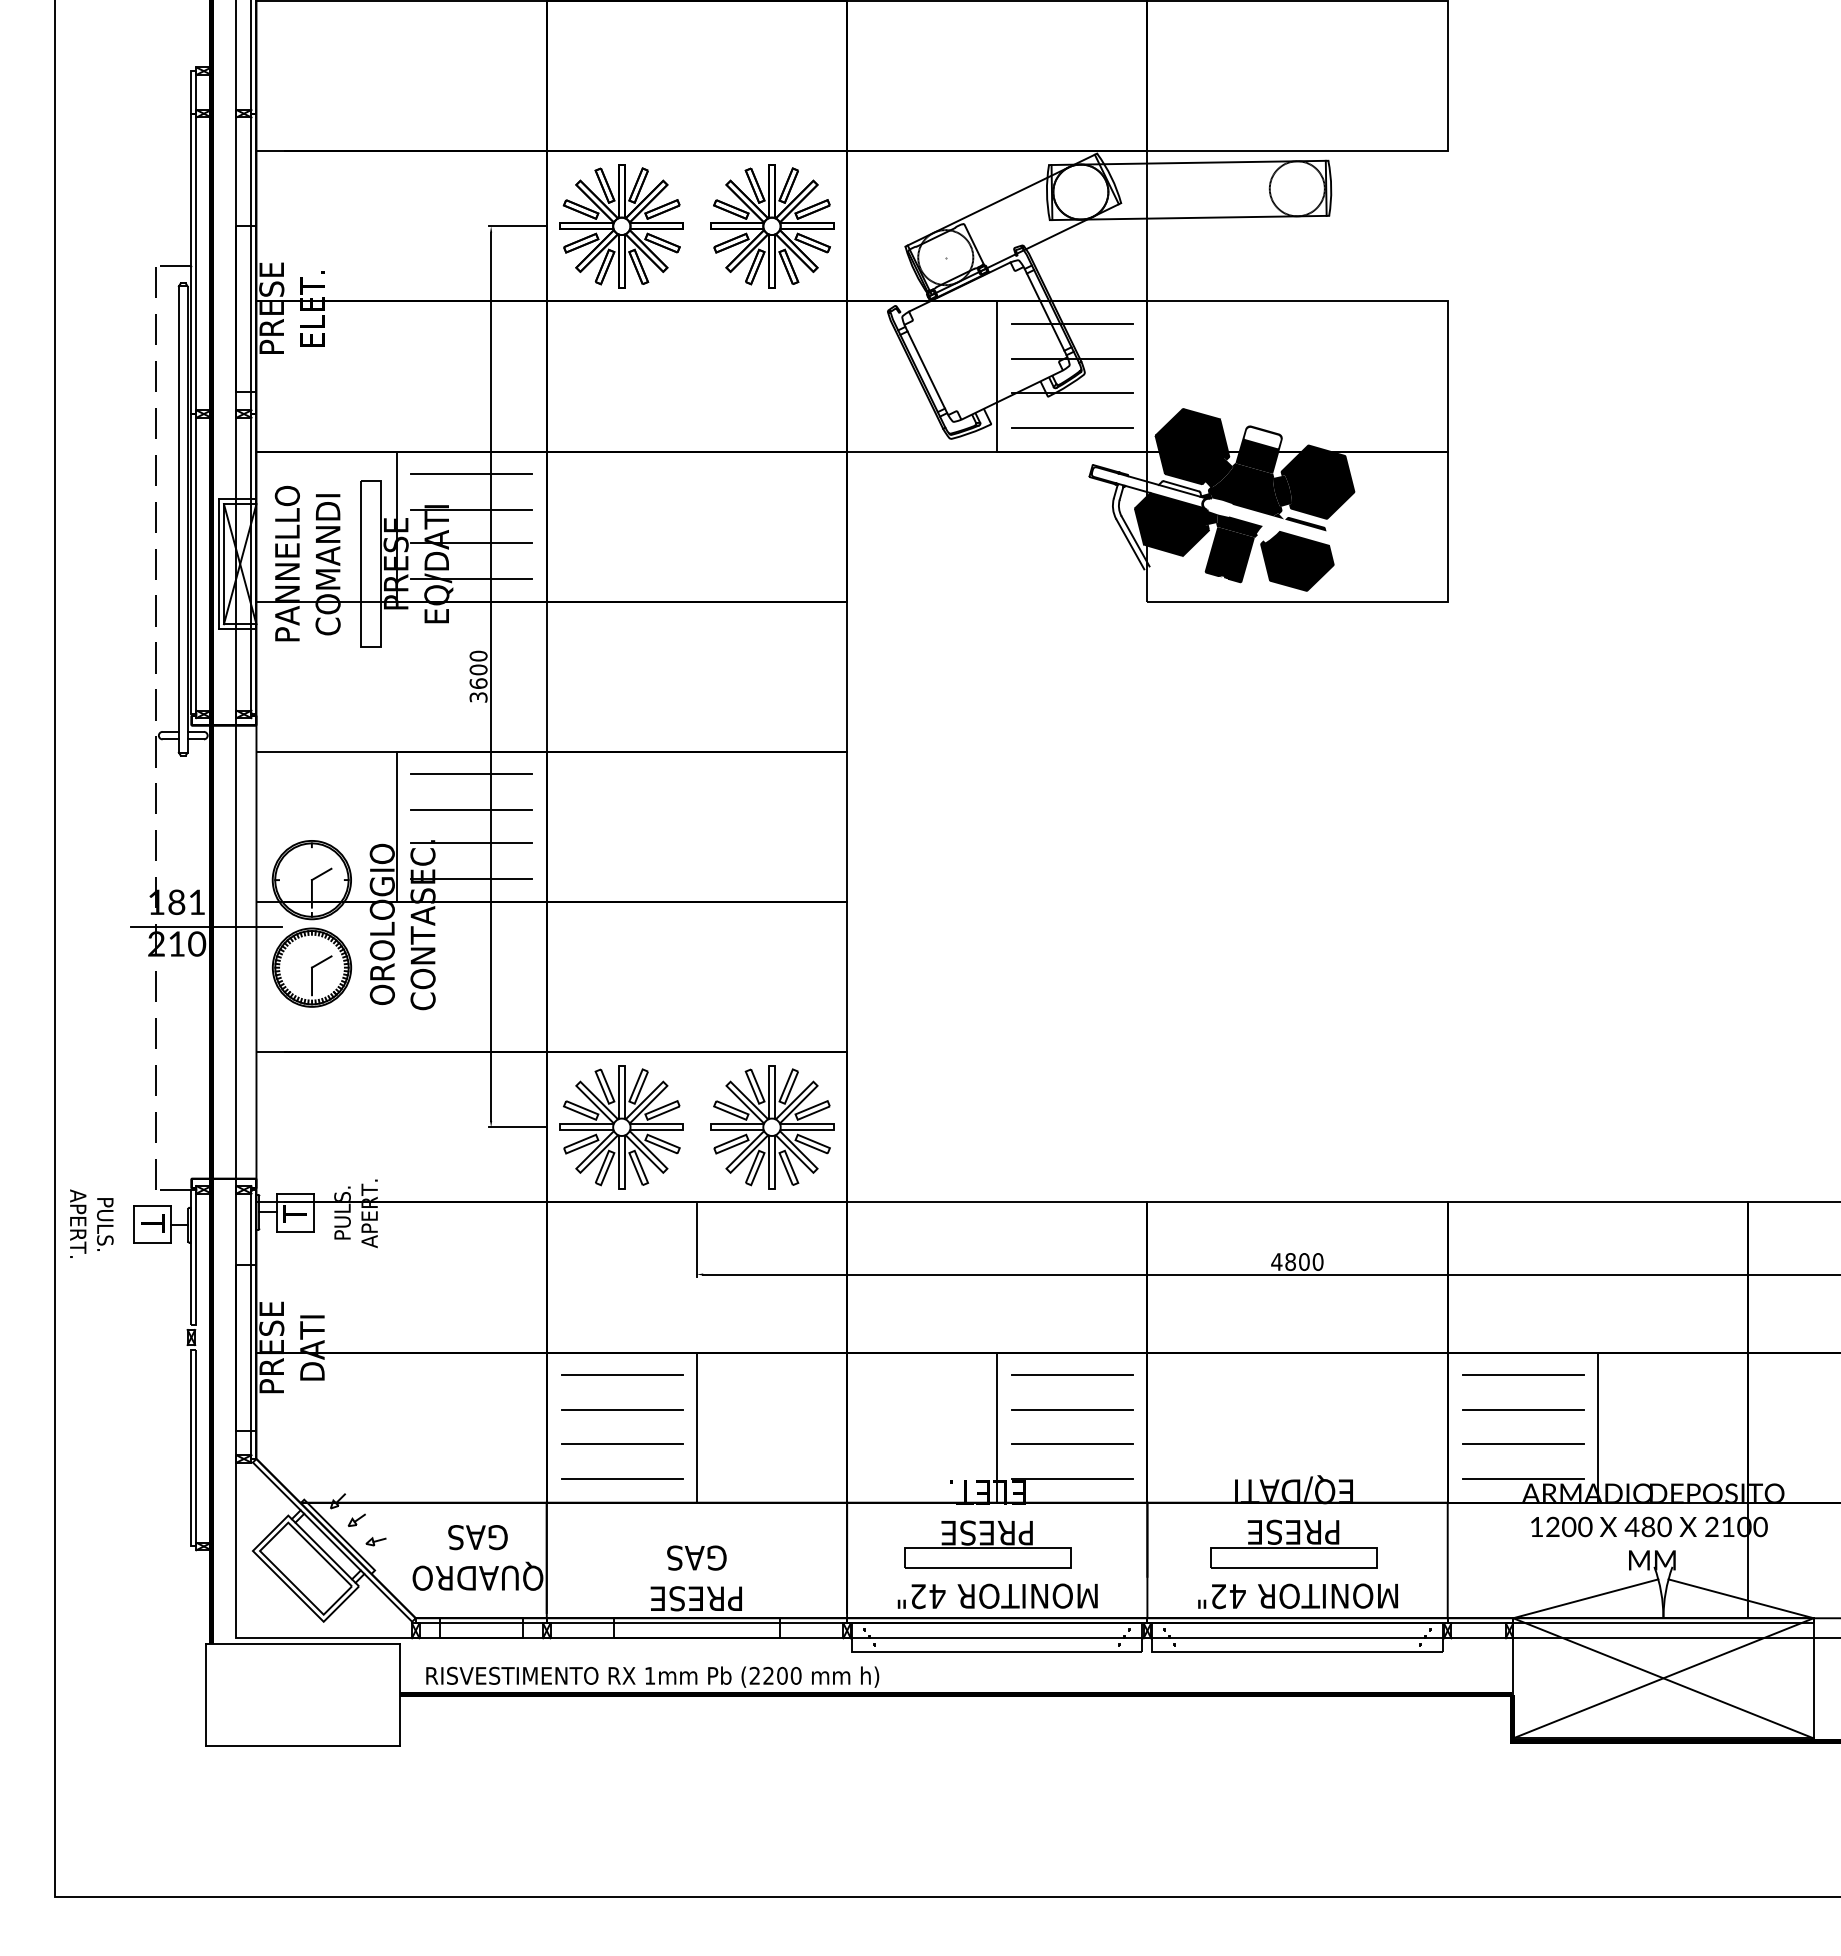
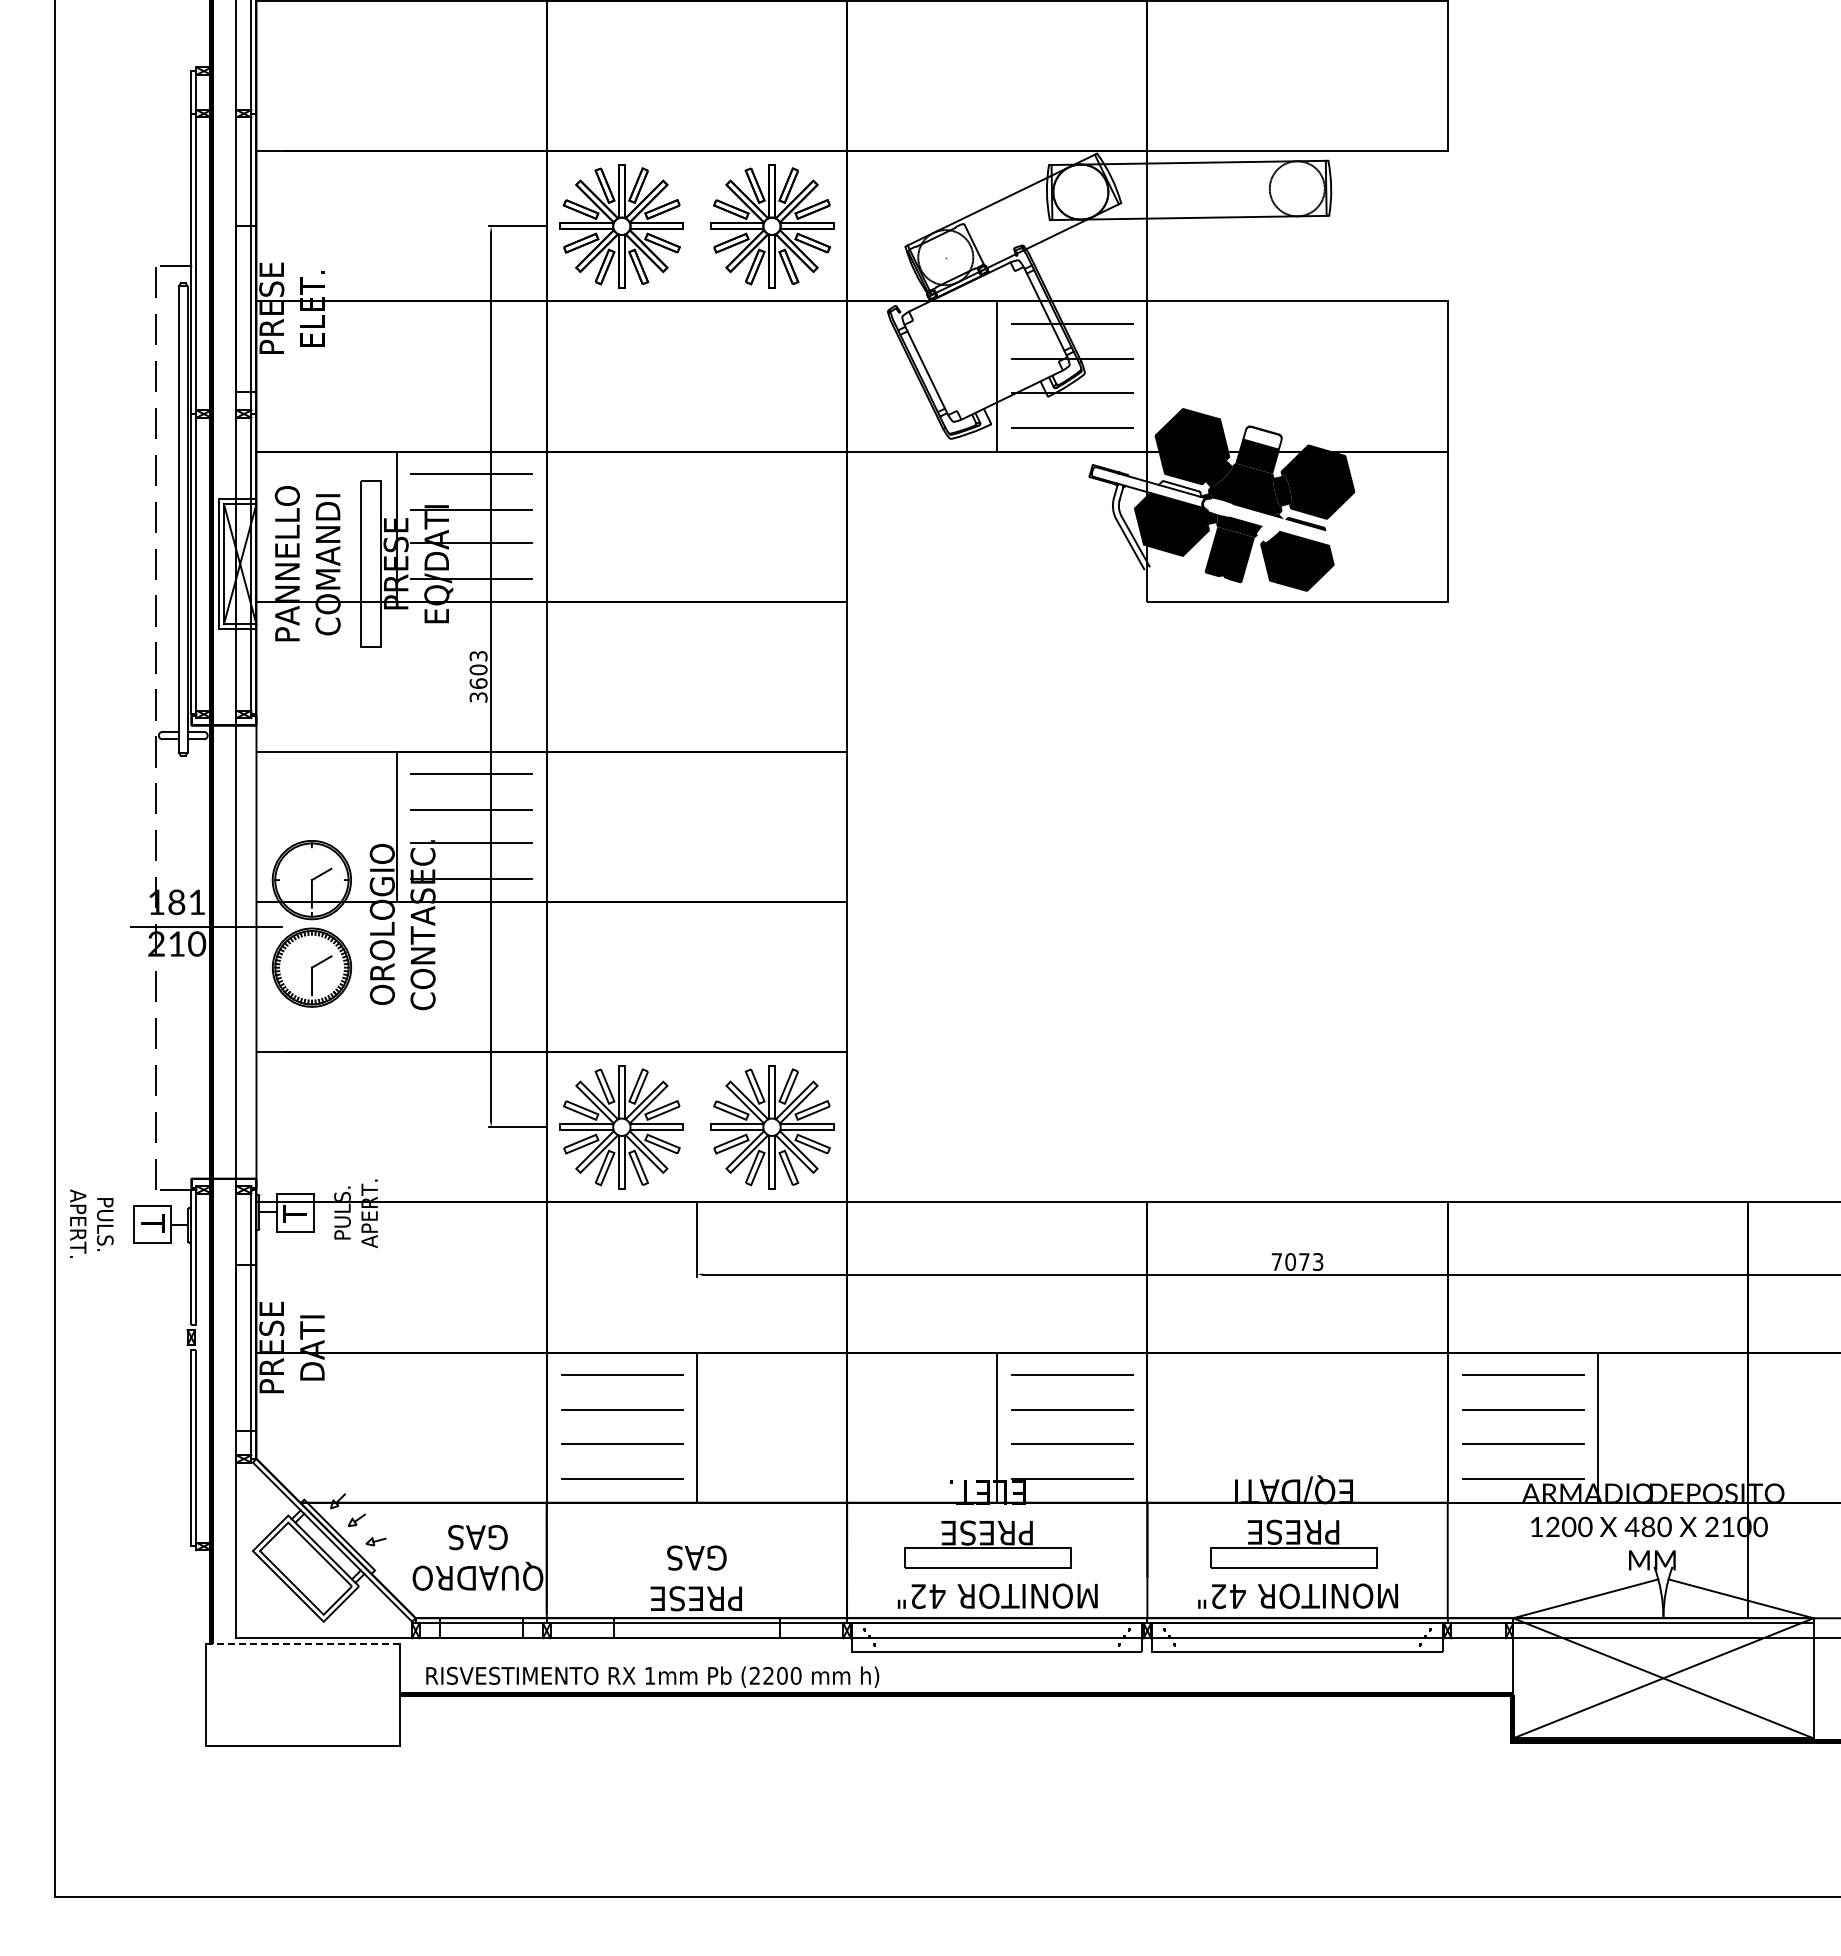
text at (478, 655): 3600 -> 3603
text at (1297, 1261): 4800 -> 7073
line at (303, 1643): solid -> dashed
